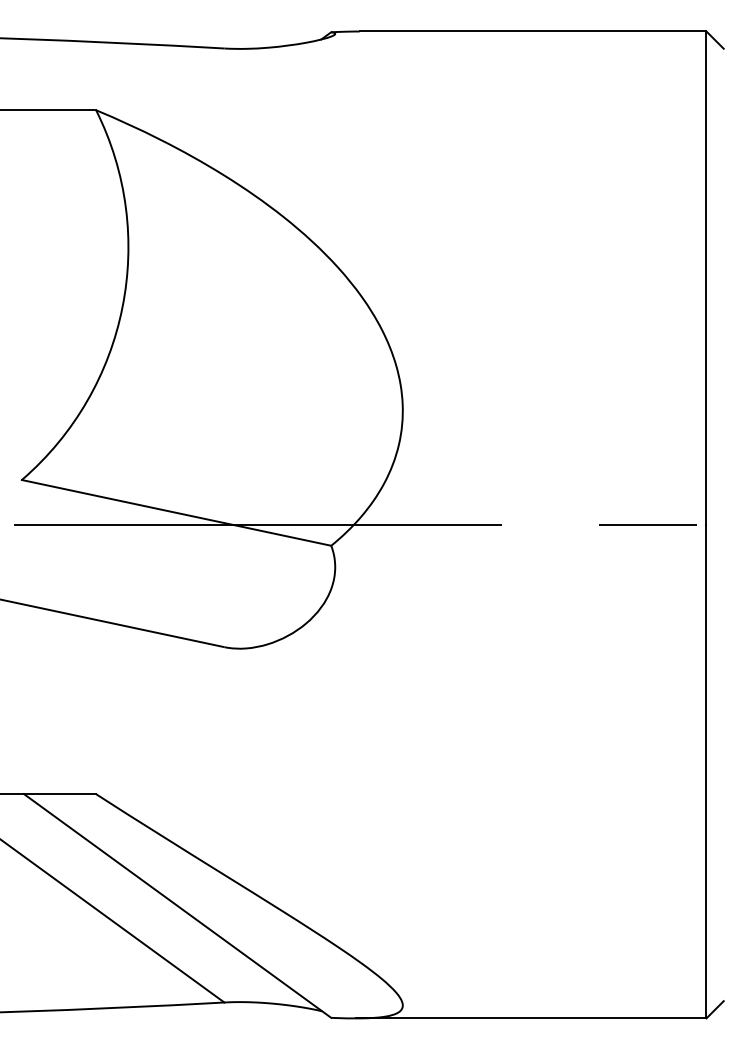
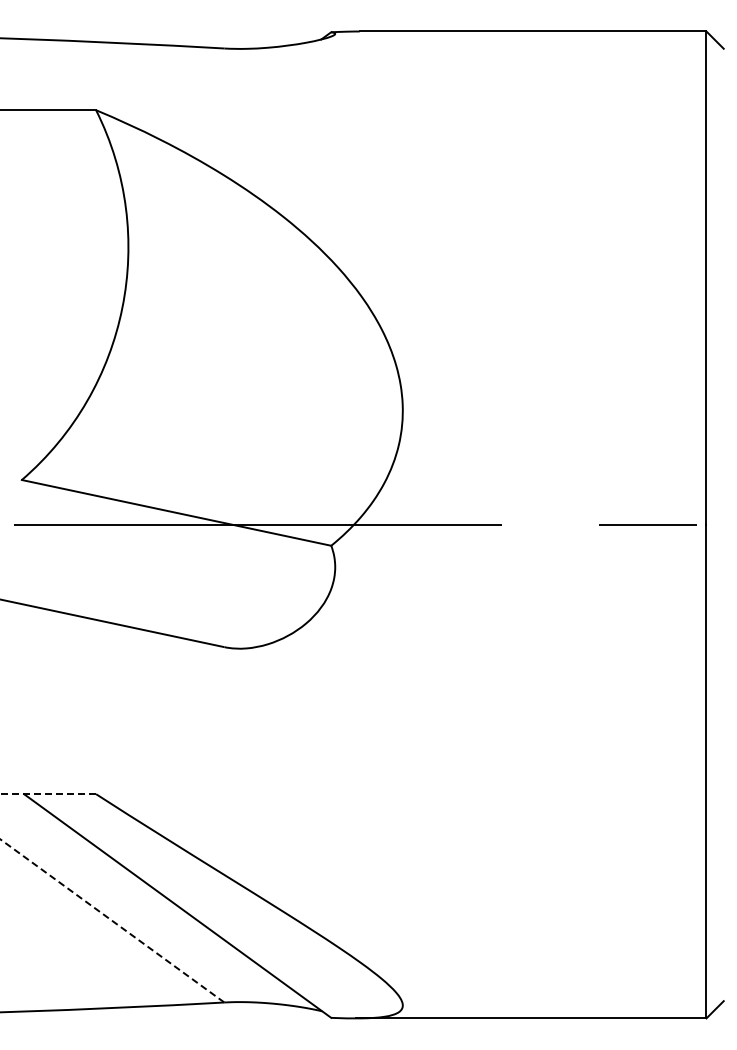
line at (48, 794): solid -> dashed
line at (112, 920): solid -> dashed
